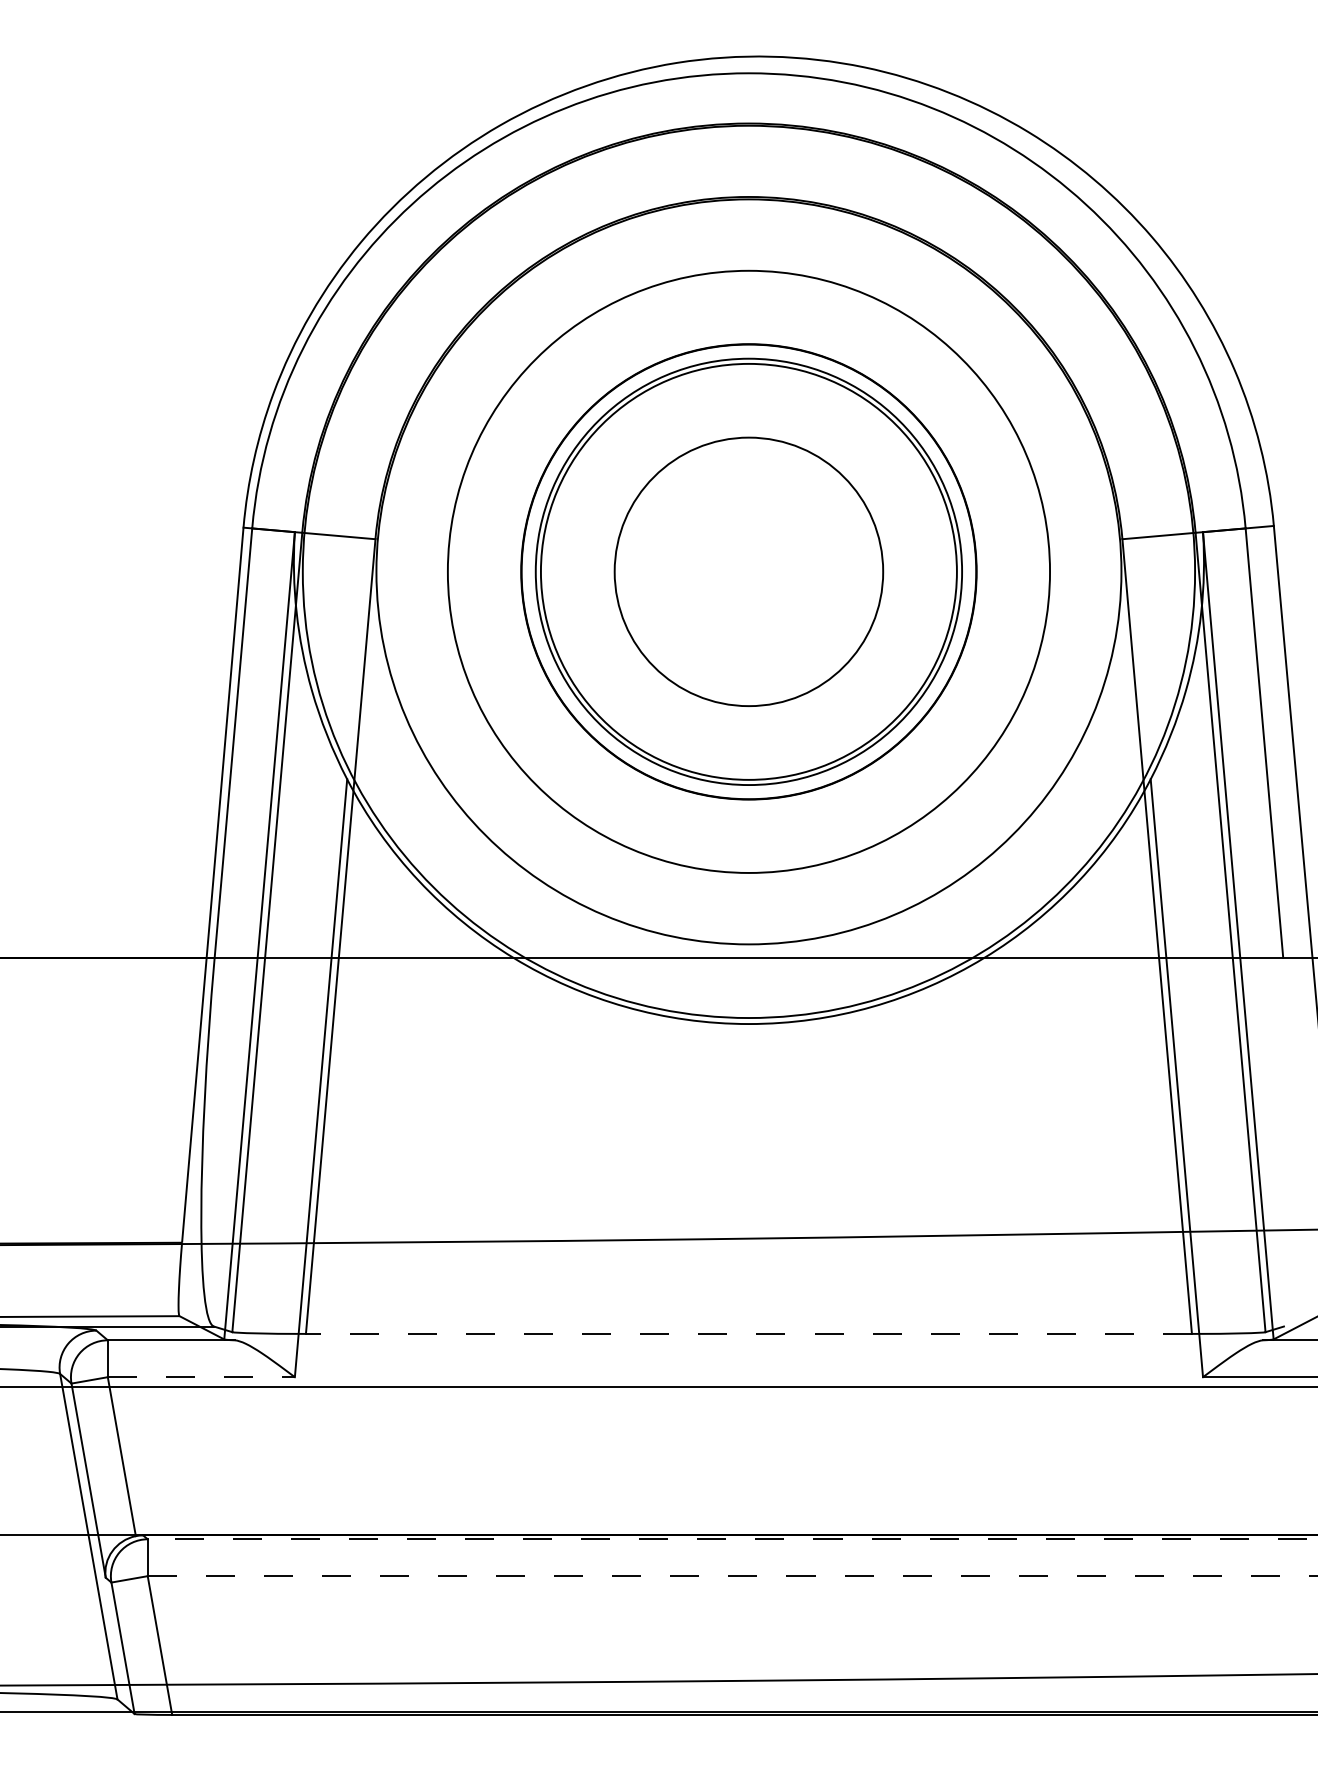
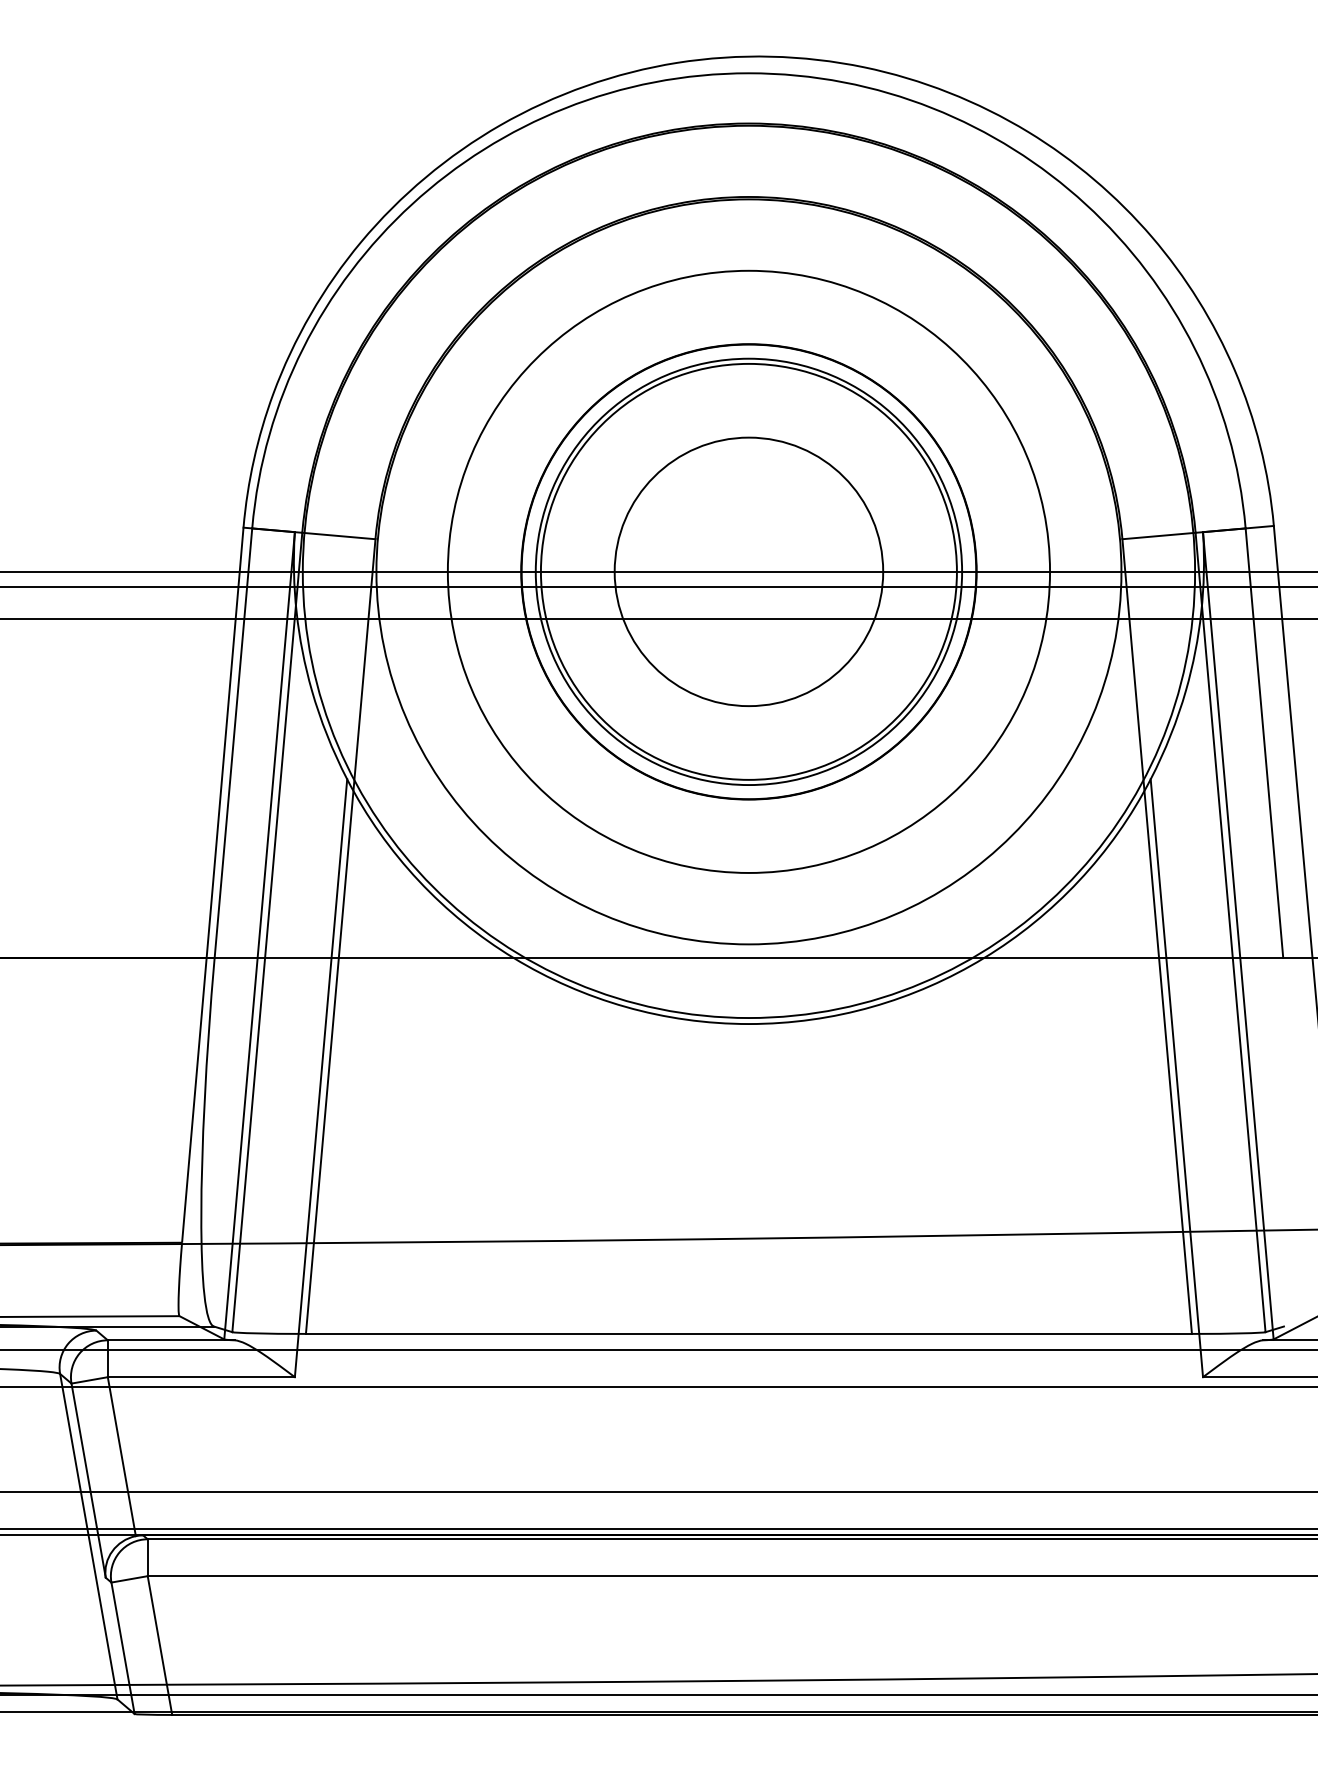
line at (658, 571): none -> present
line at (658, 586): none -> present
line at (658, 618): none -> present
line at (748, 1333): dashed -> solid
line at (658, 1349): none -> present
line at (201, 1377): dashed -> solid
line at (658, 1491): none -> present
line at (658, 1528): none -> present
line at (732, 1539): dashed -> solid
line at (732, 1576): dashed -> solid
line at (658, 1695): none -> present
